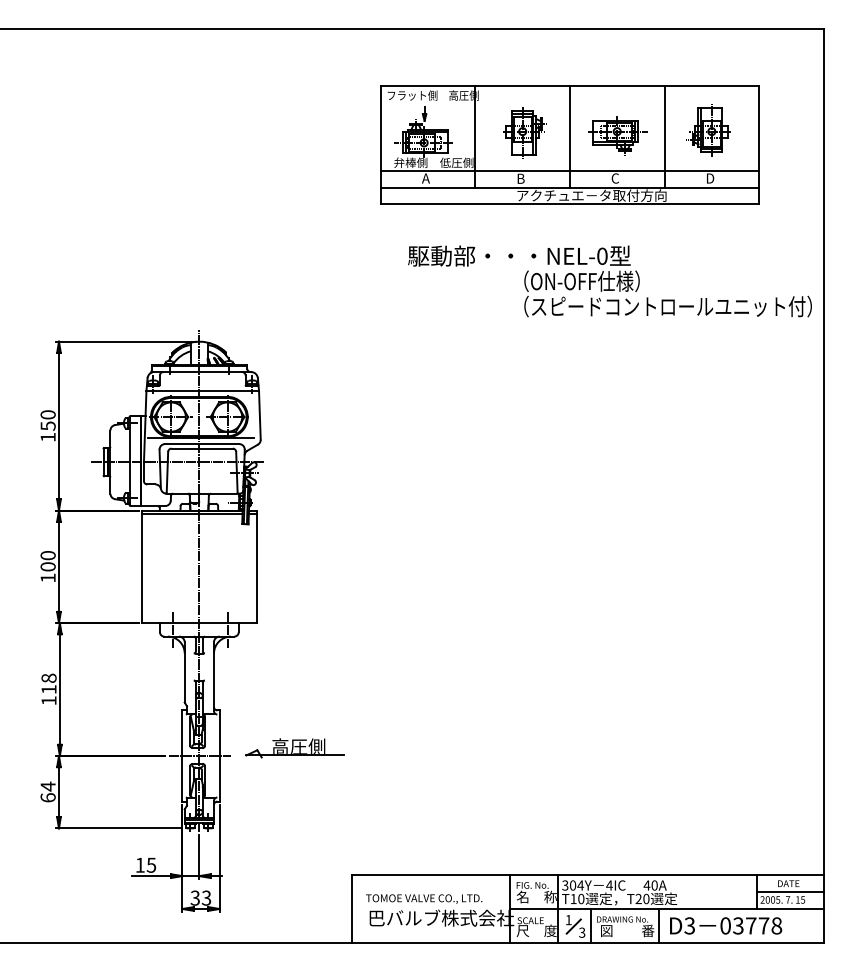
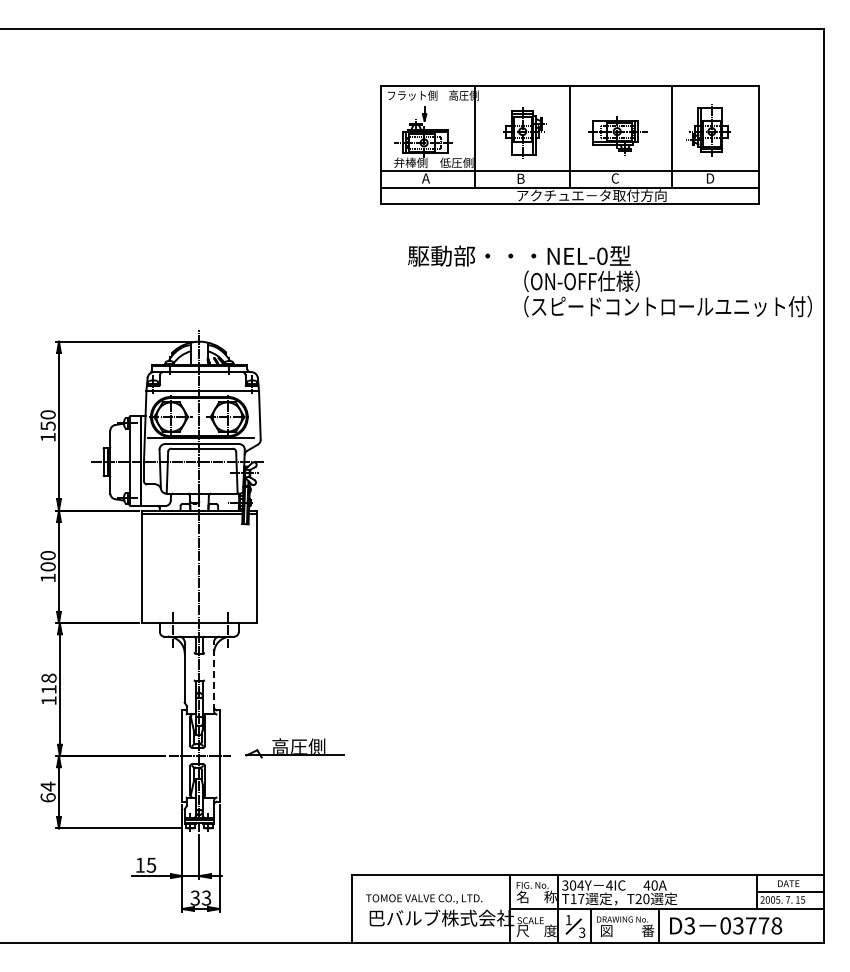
line at (664, 136) position: (664, 136) -> (671, 136)
line at (214, 676): solid -> dashed
text at (581, 898): T10 -> T17
